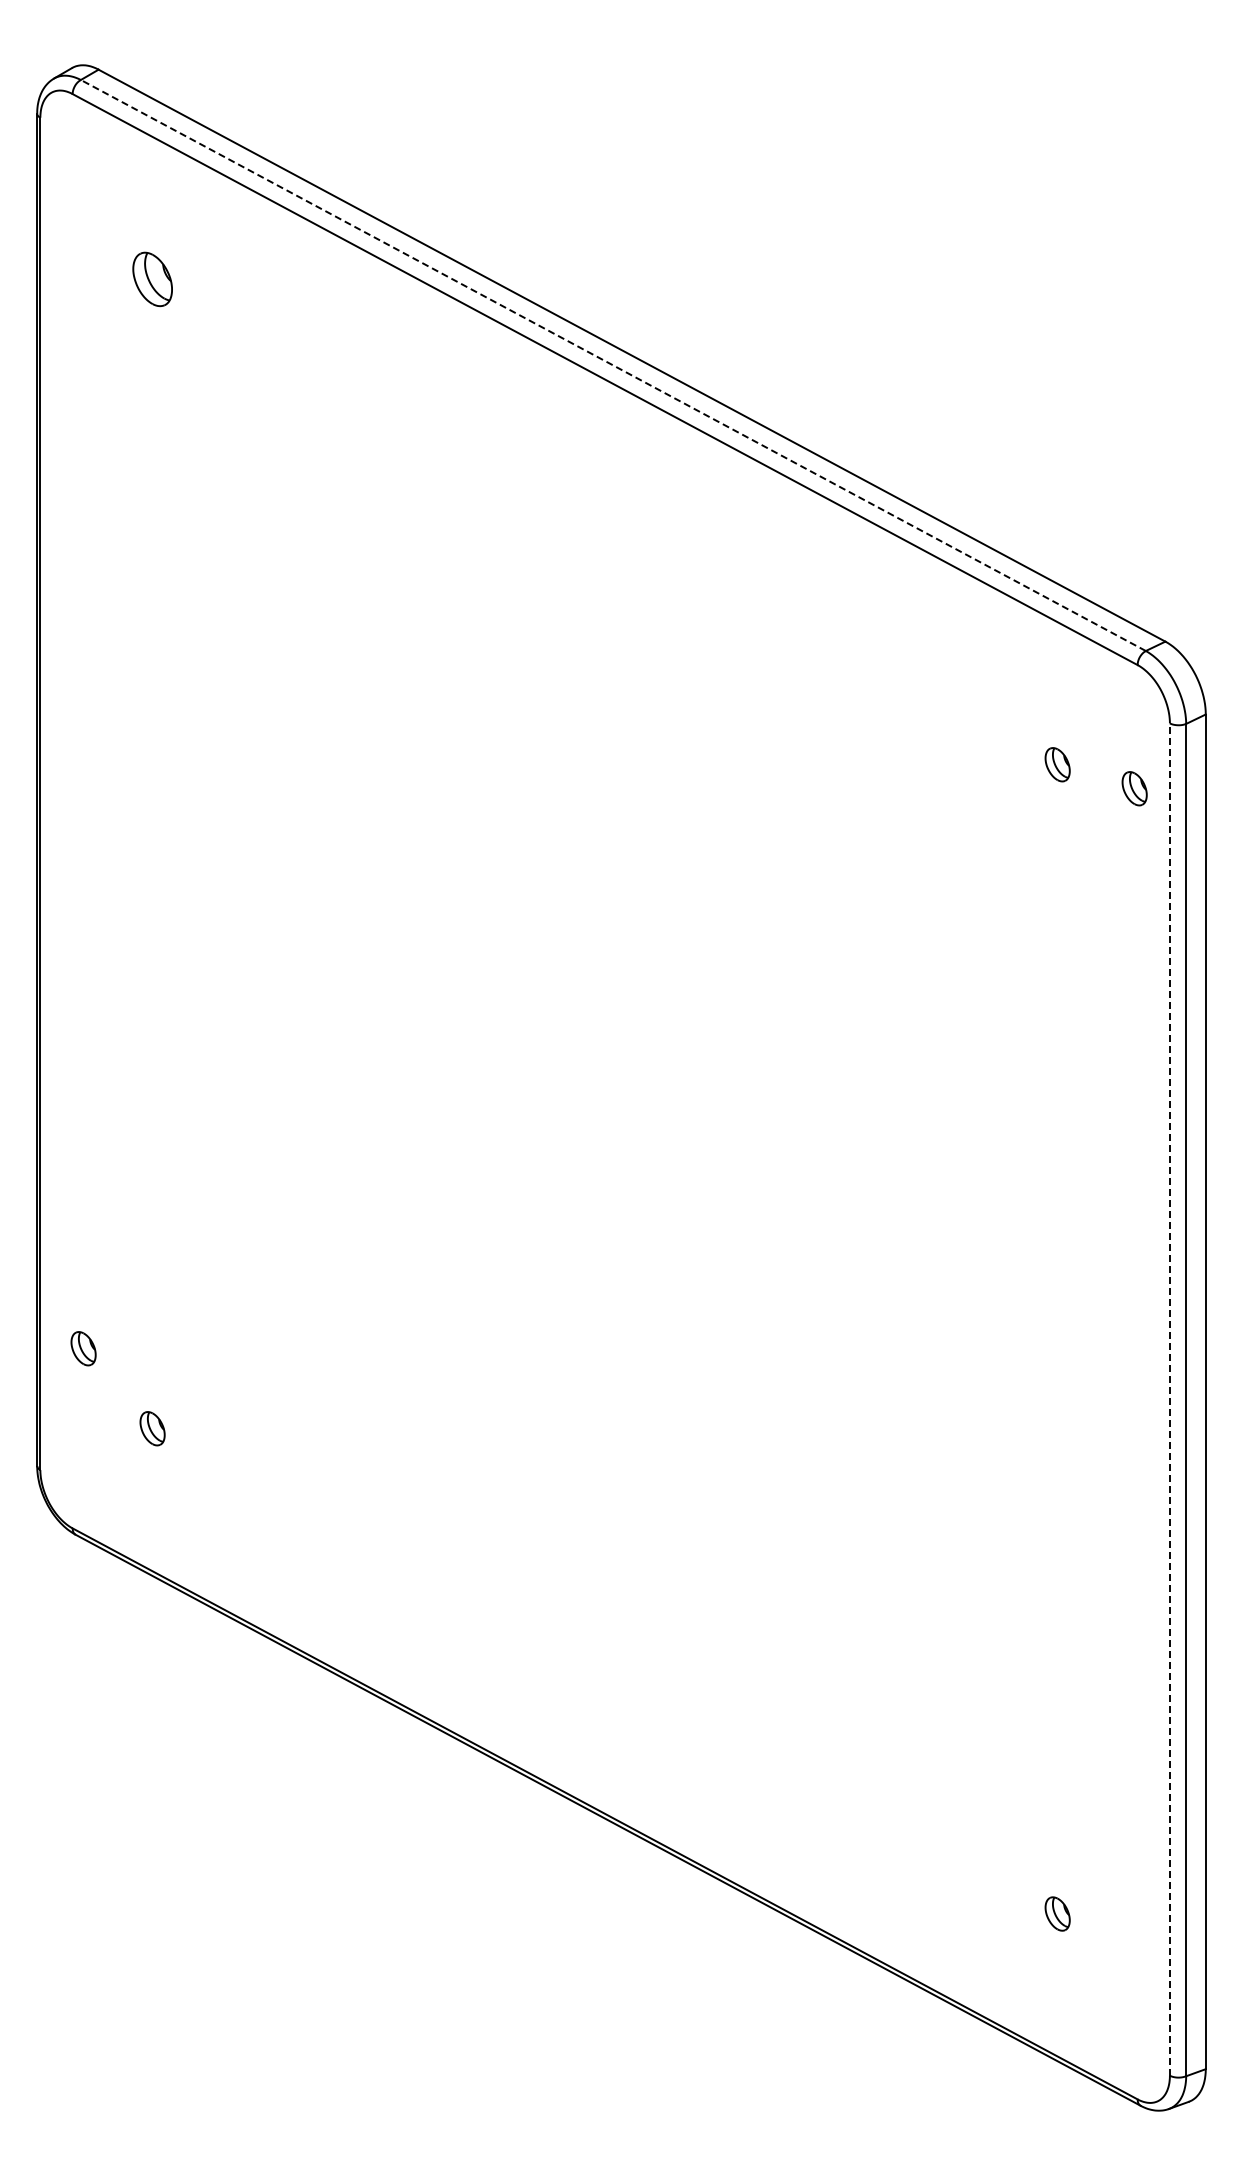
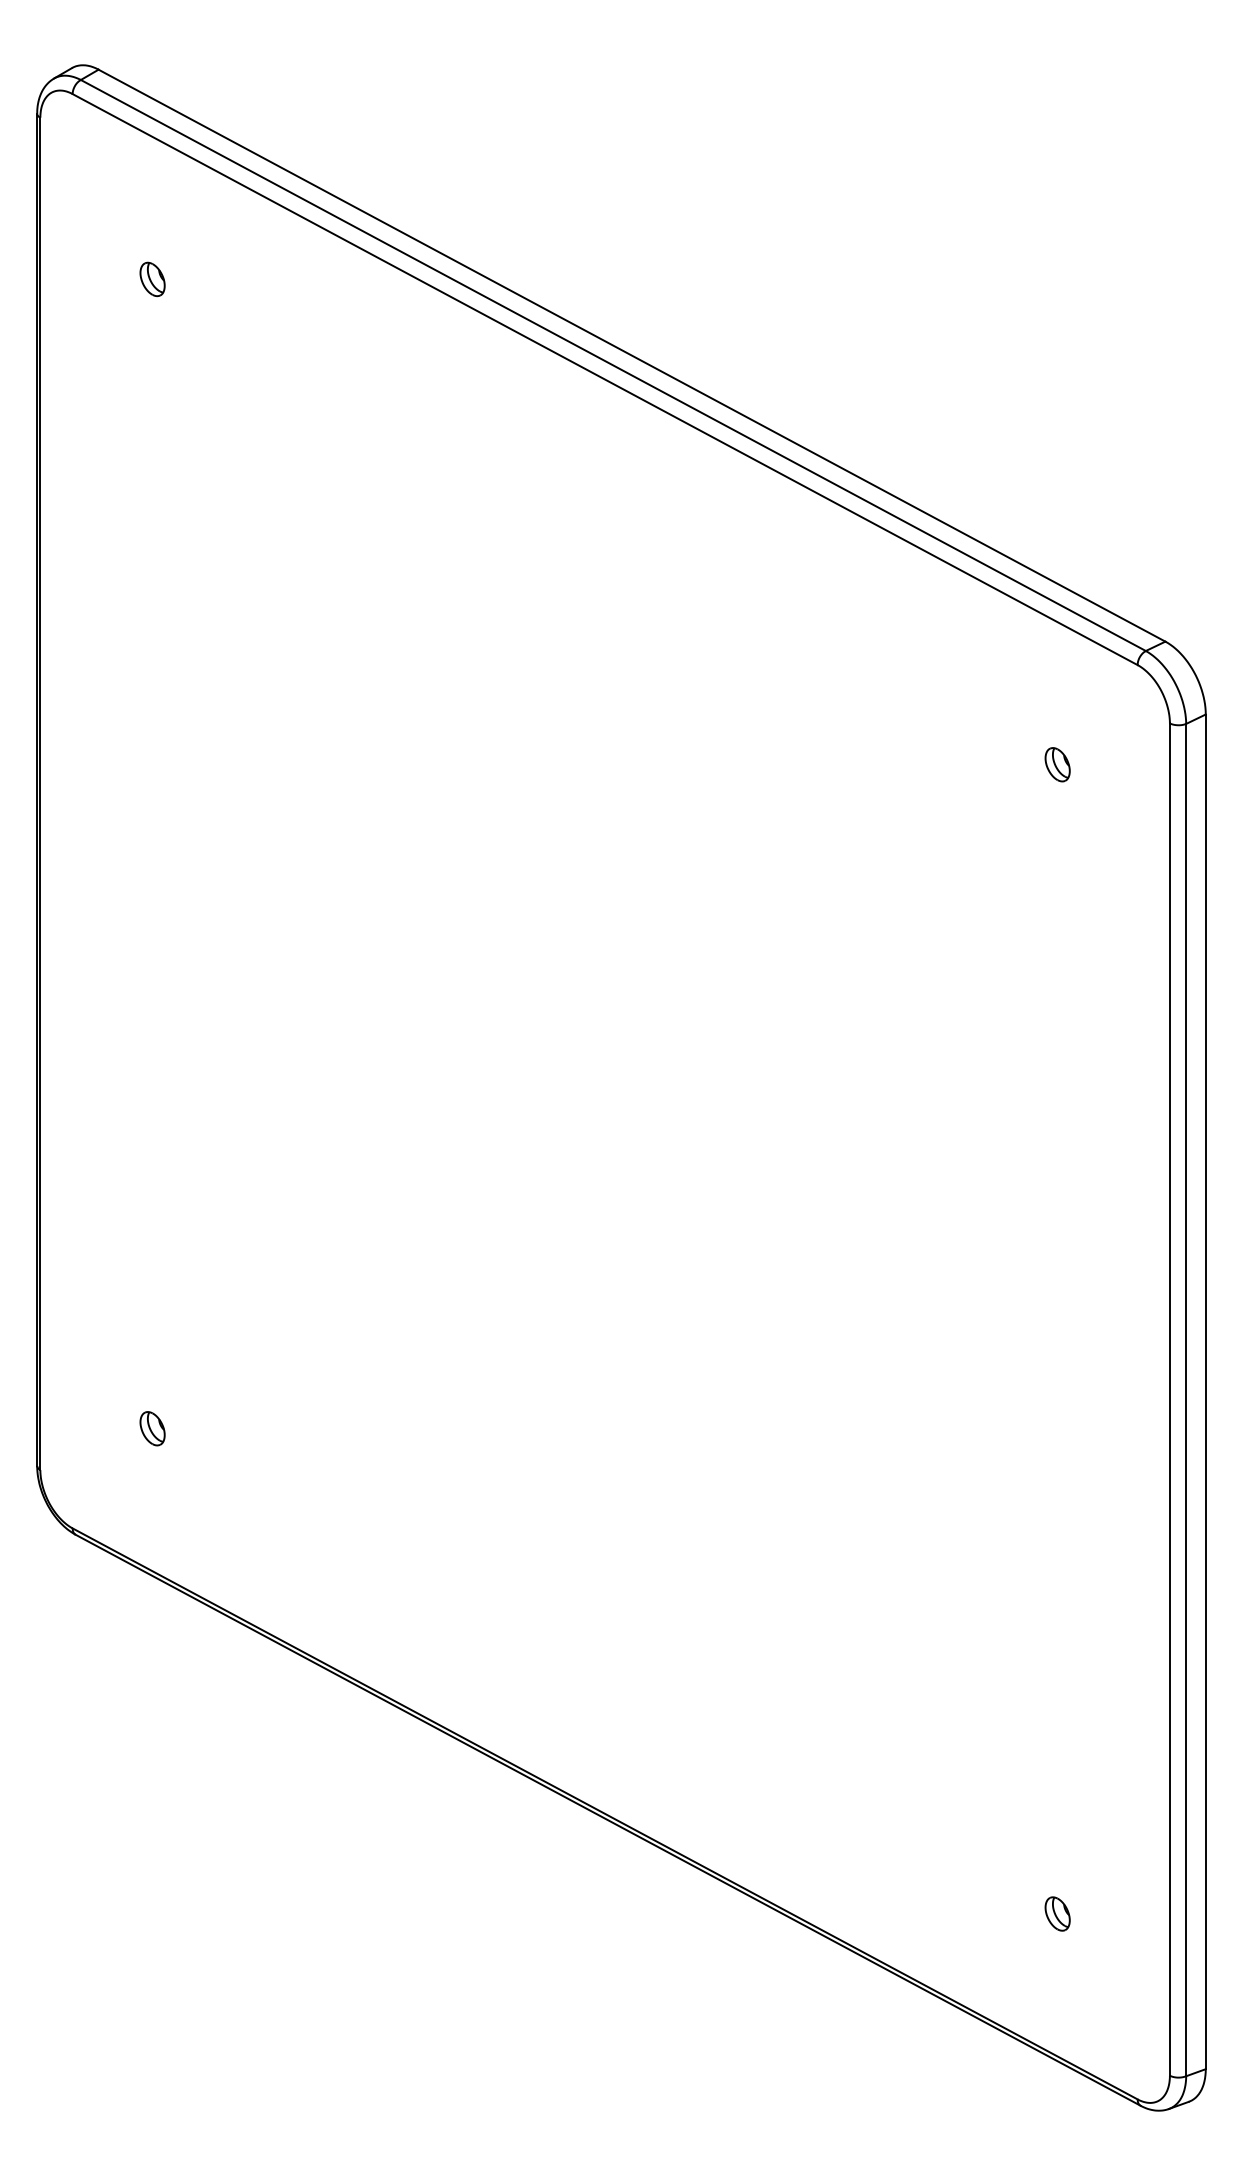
part at (152, 279) size: 41x57 px -> 27x37 px
line at (612, 365): dashed -> solid
part at (1134, 788): present -> none
part at (83, 1348): present -> none
line at (1169, 1399): dashed -> solid
